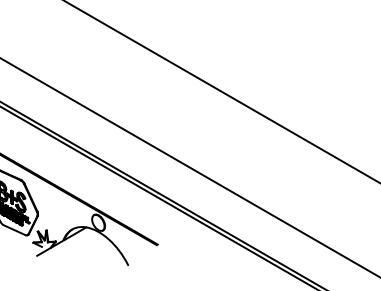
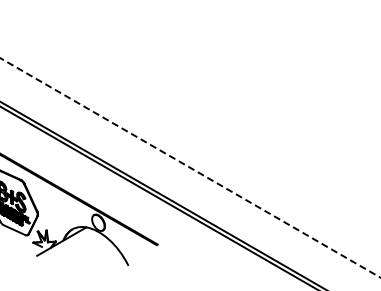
line at (221, 91): present -> none
line at (190, 167): solid -> dashed
